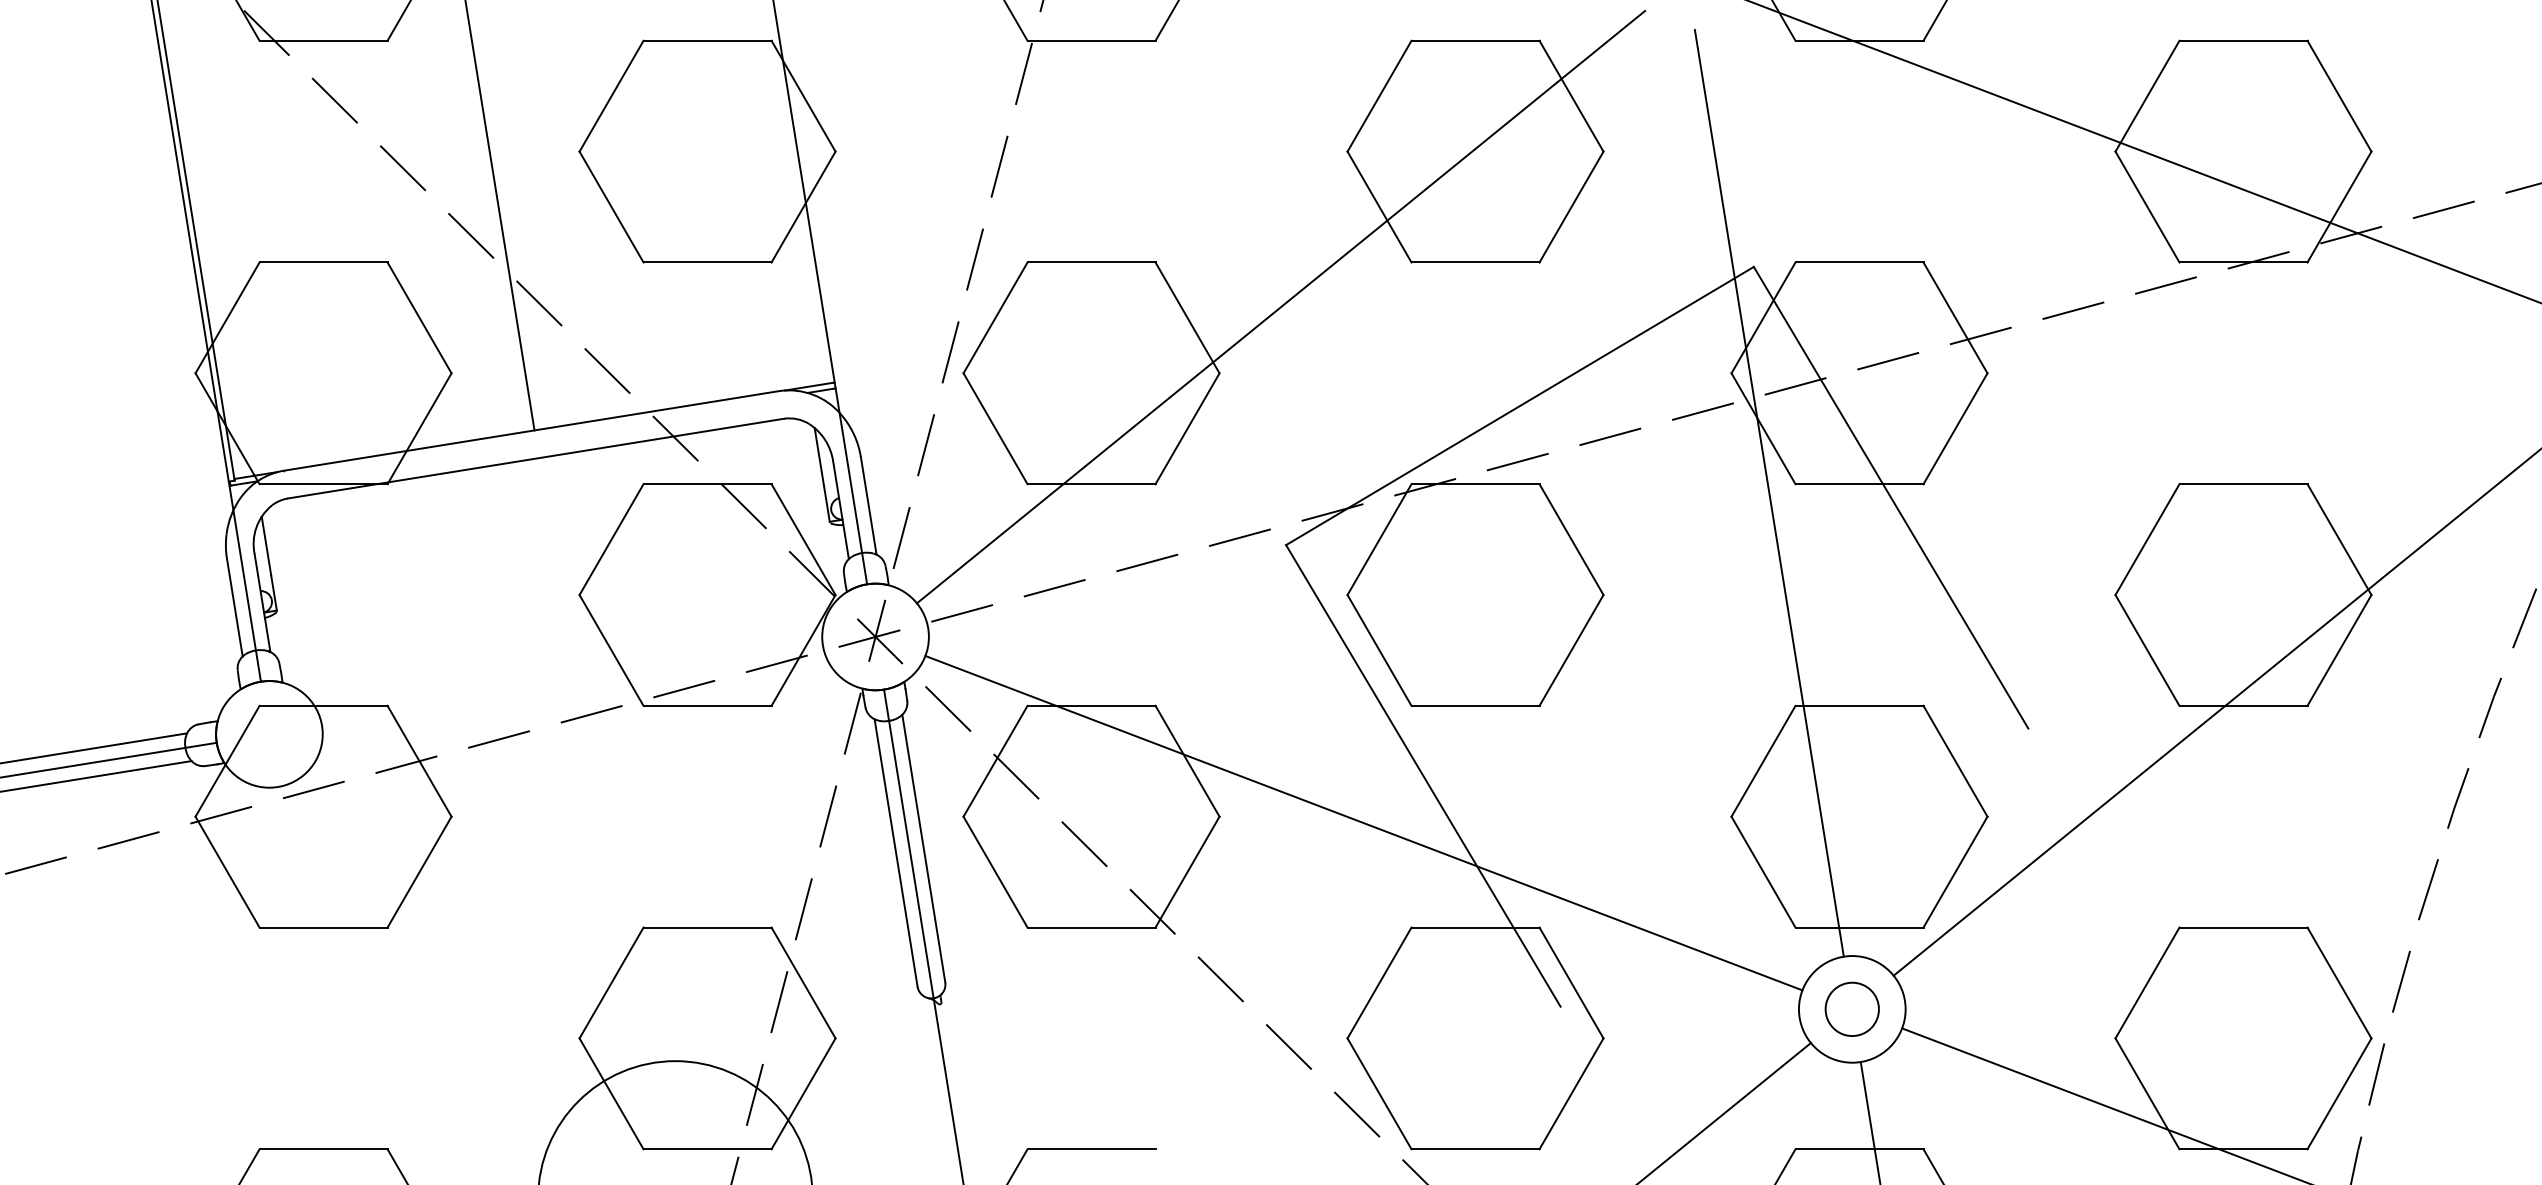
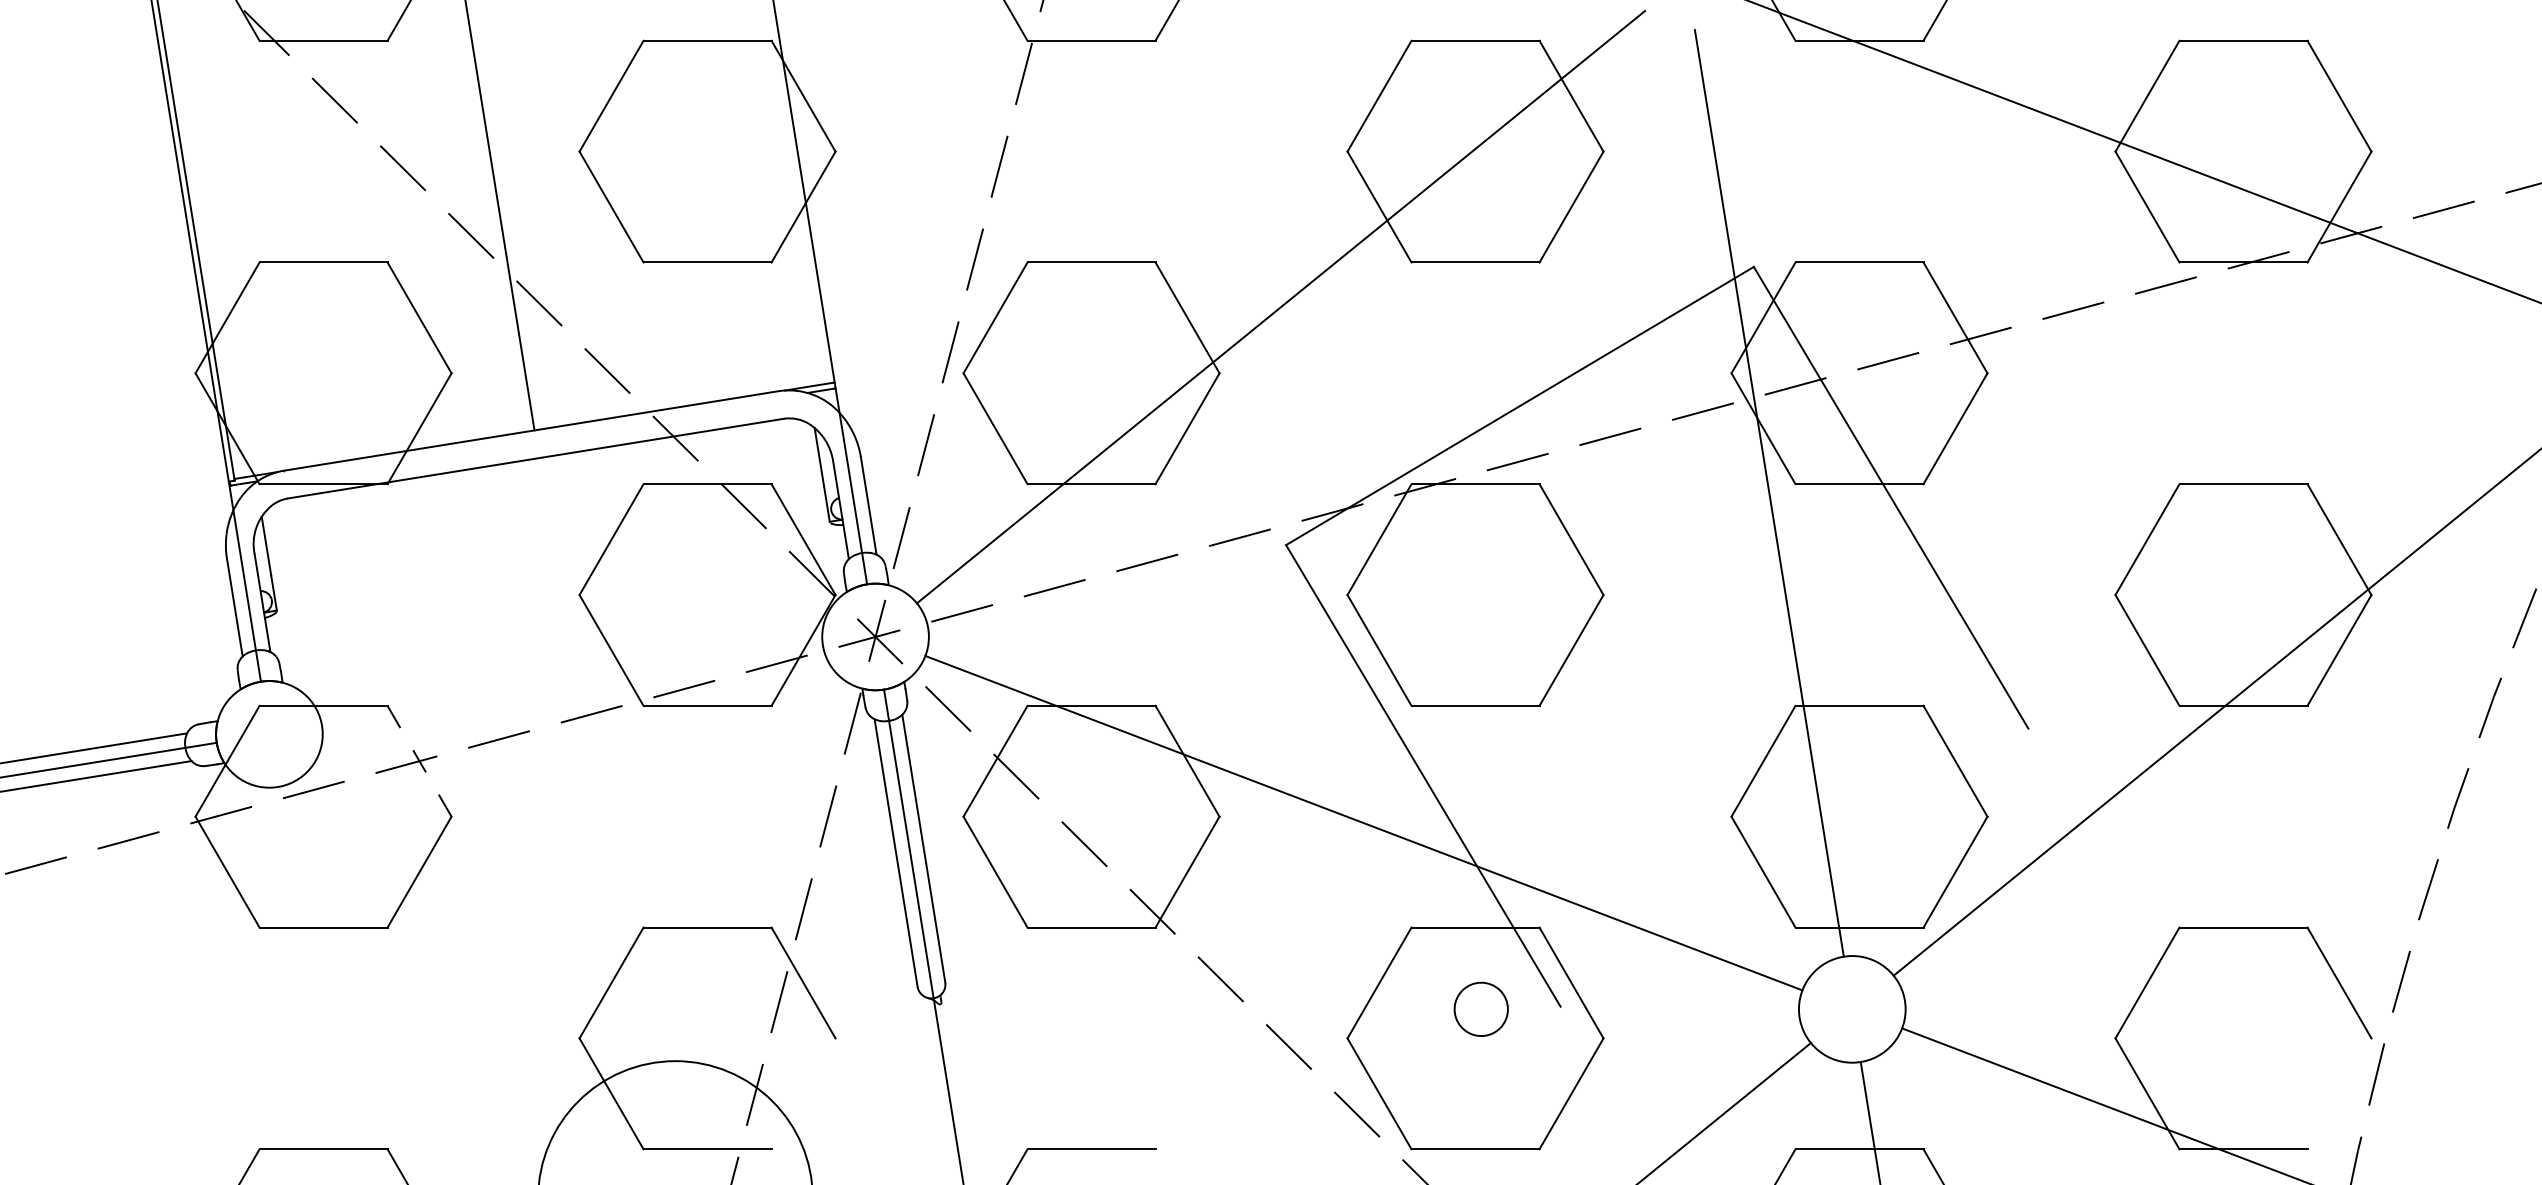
line at (419, 761): solid -> dashed
part at (1851, 1008) position: (1851, 1008) -> (1480, 1008)
line at (803, 1093): present -> none
line at (2339, 1093): present -> none
